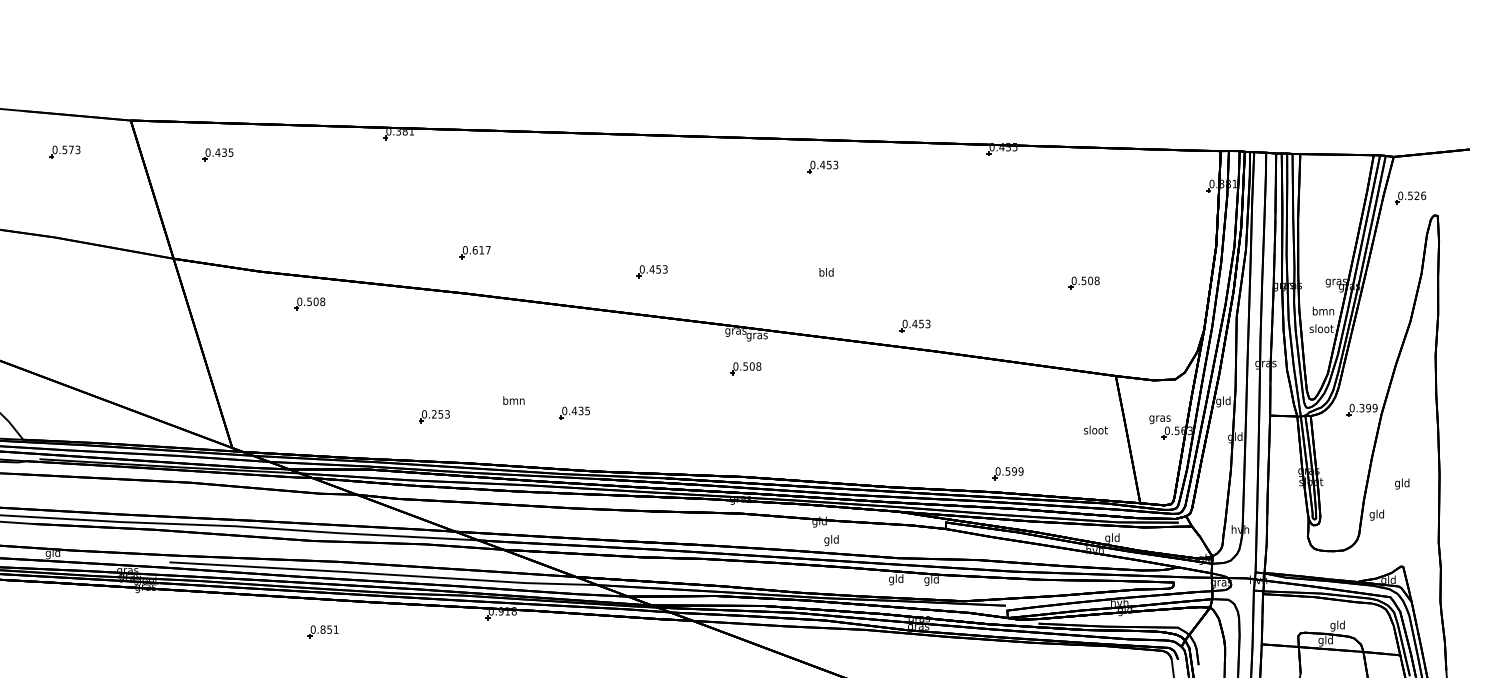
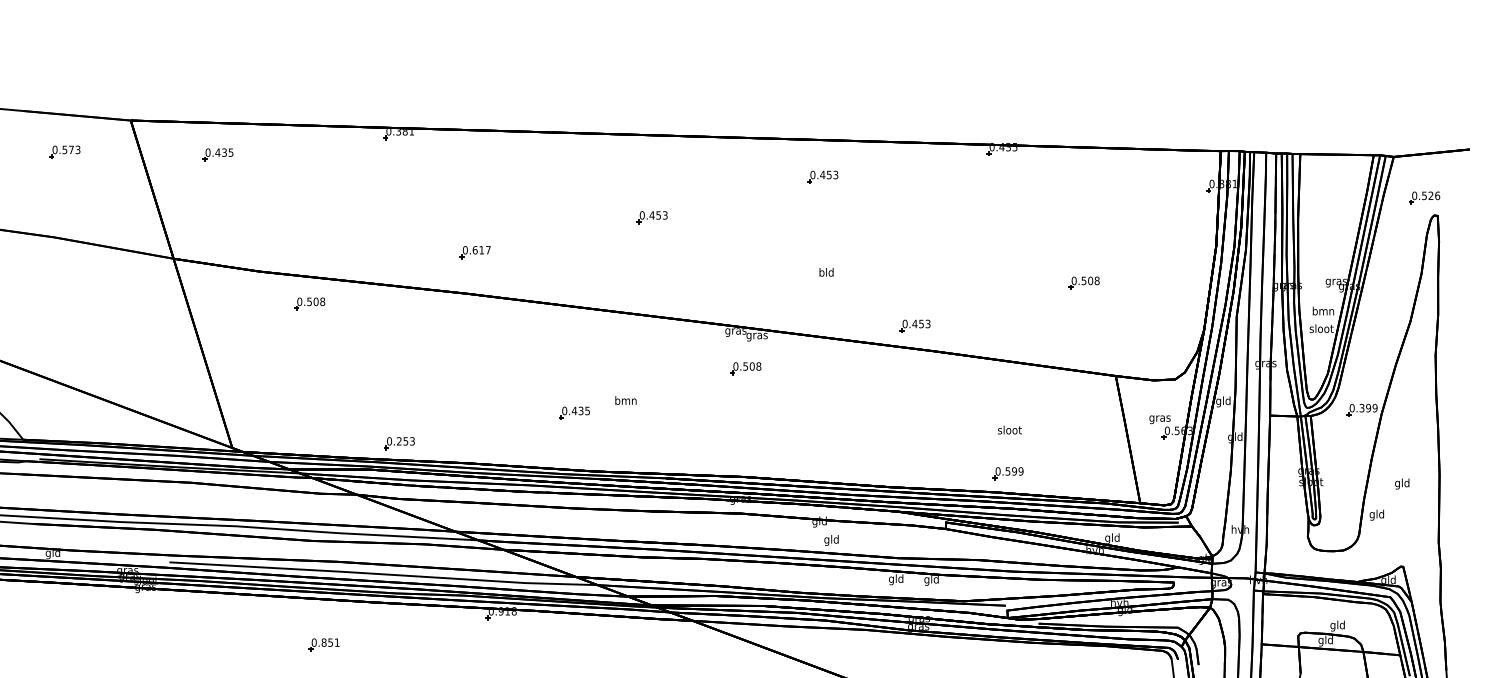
part at (822, 166) position: (822, 166) -> (822, 176)
part at (1410, 197) position: (1410, 197) -> (1424, 197)
part at (651, 271) position: (651, 271) -> (651, 217)
text at (513, 400) position: (513, 400) -> (625, 400)
part at (434, 416) position: (434, 416) -> (399, 443)
text at (1095, 429) position: (1095, 429) -> (1009, 429)
part at (322, 631) position: (322, 631) -> (323, 644)
